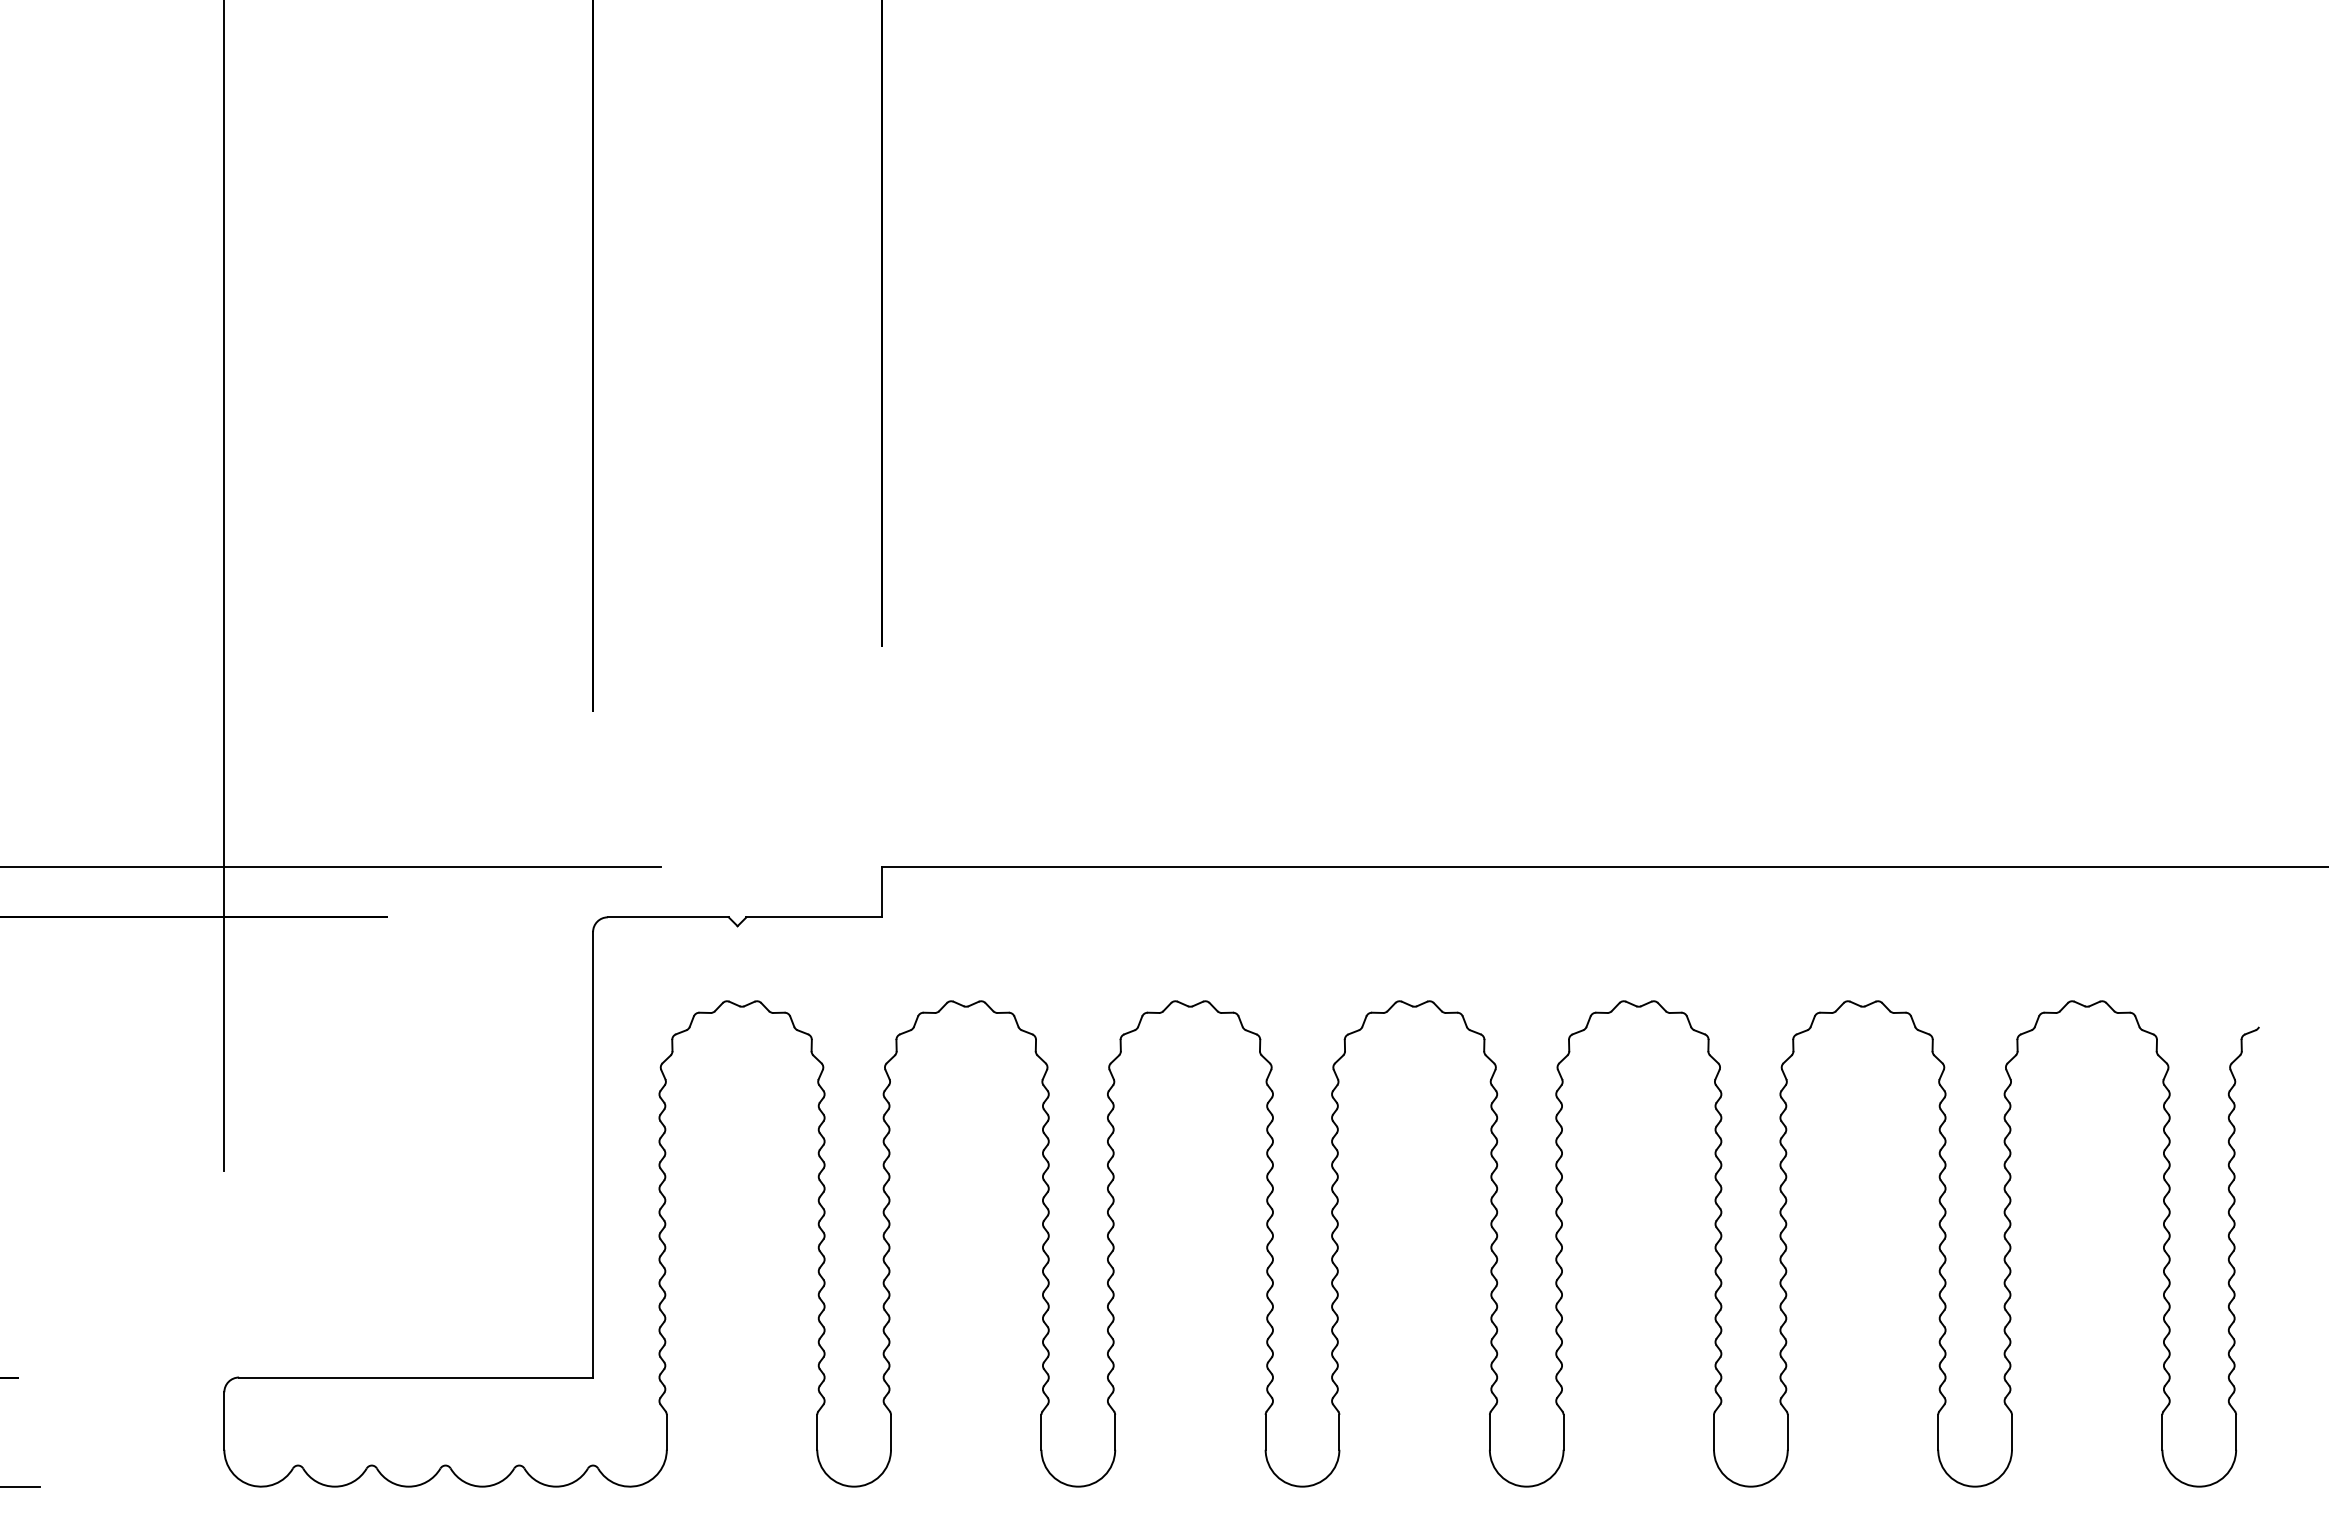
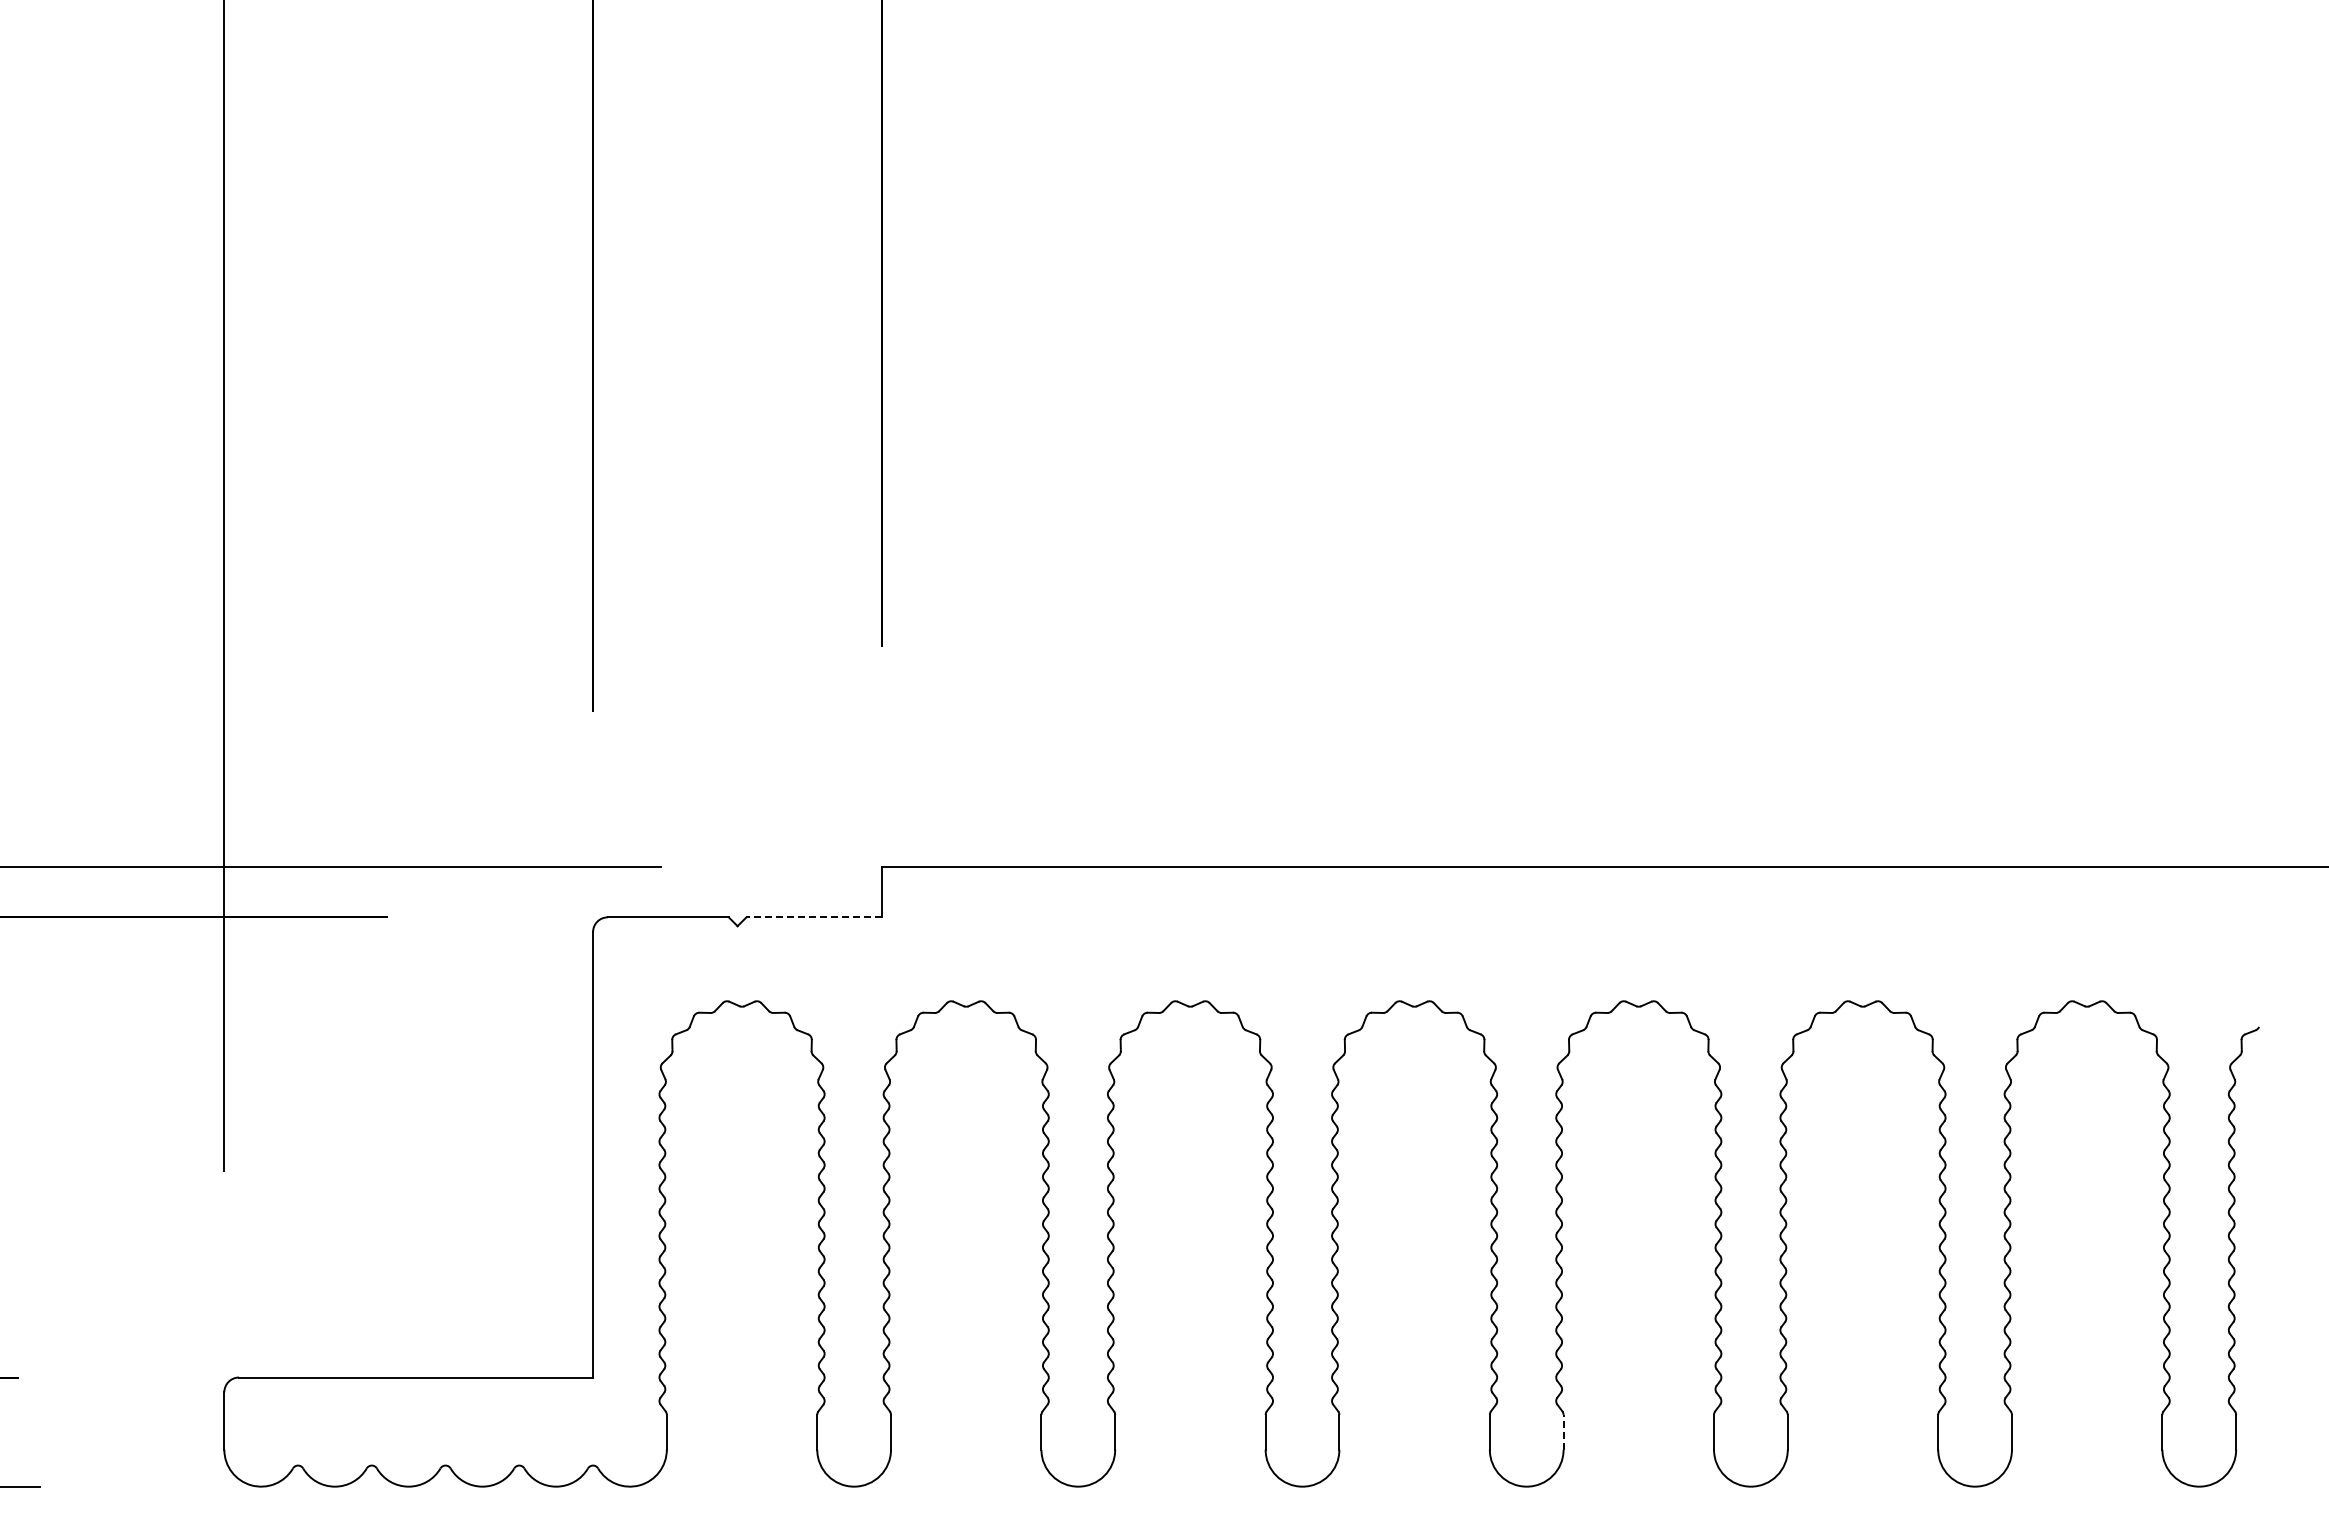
line at (814, 917): solid -> dashed
line at (1563, 1431): solid -> dashed
